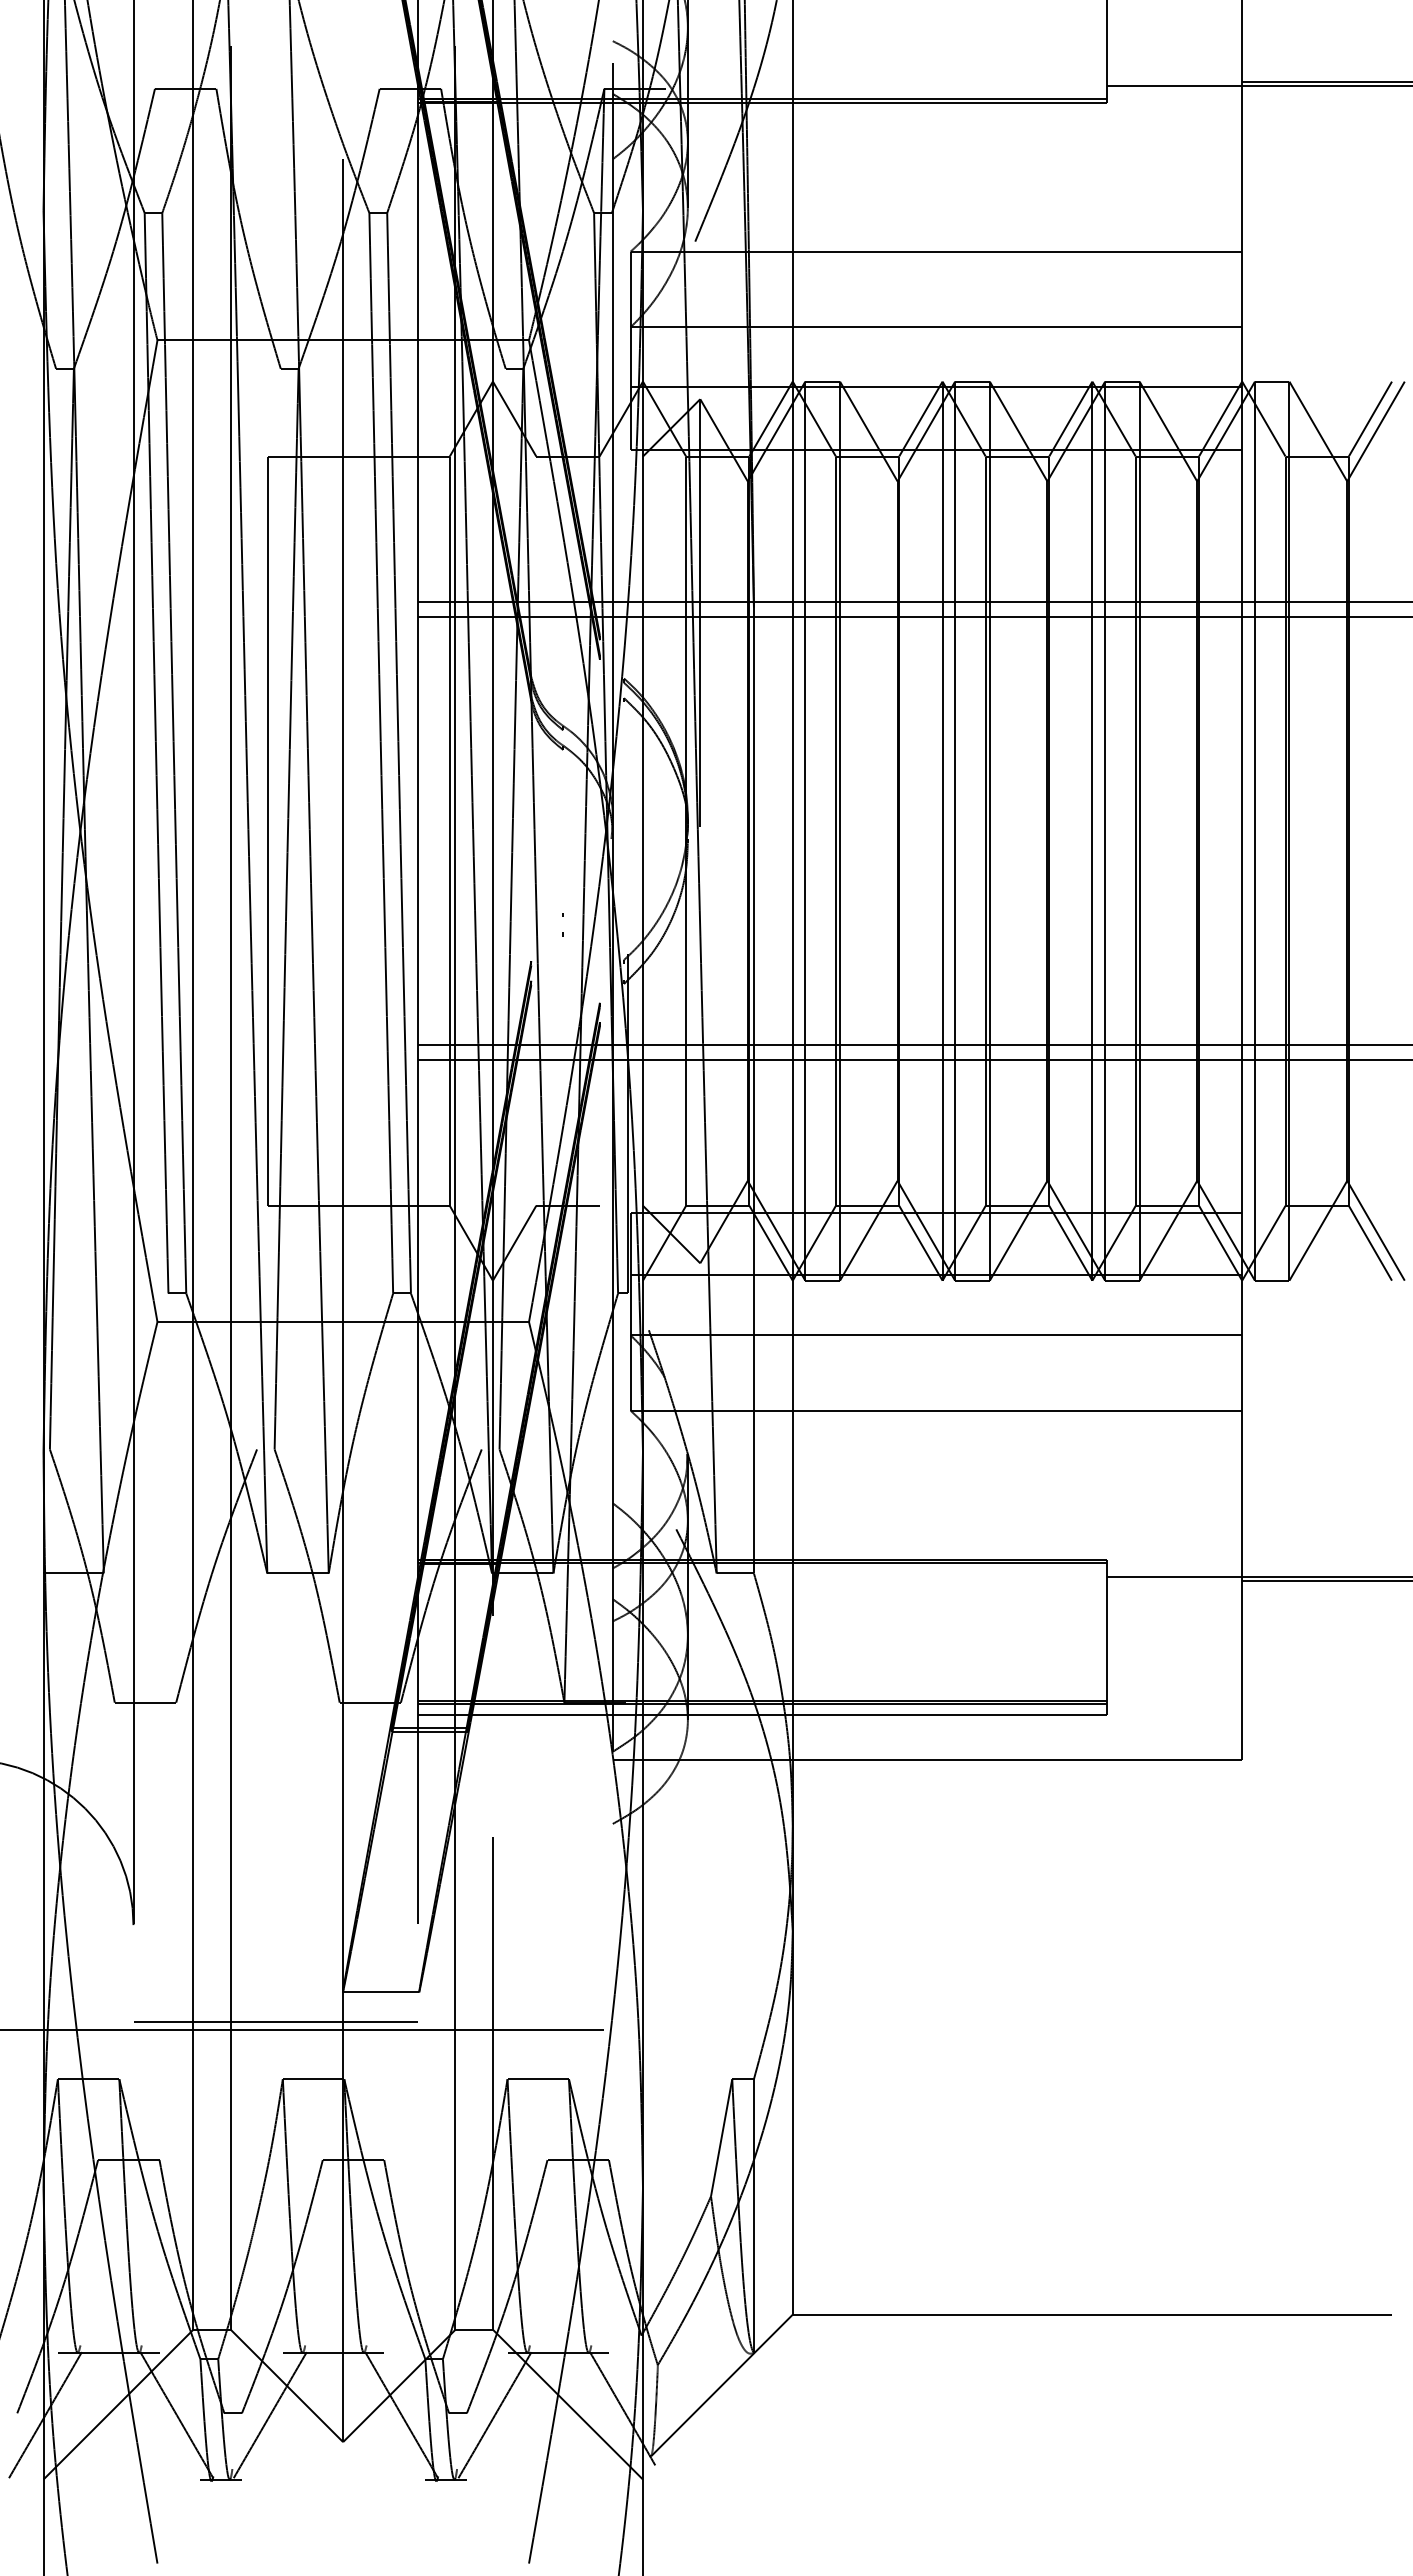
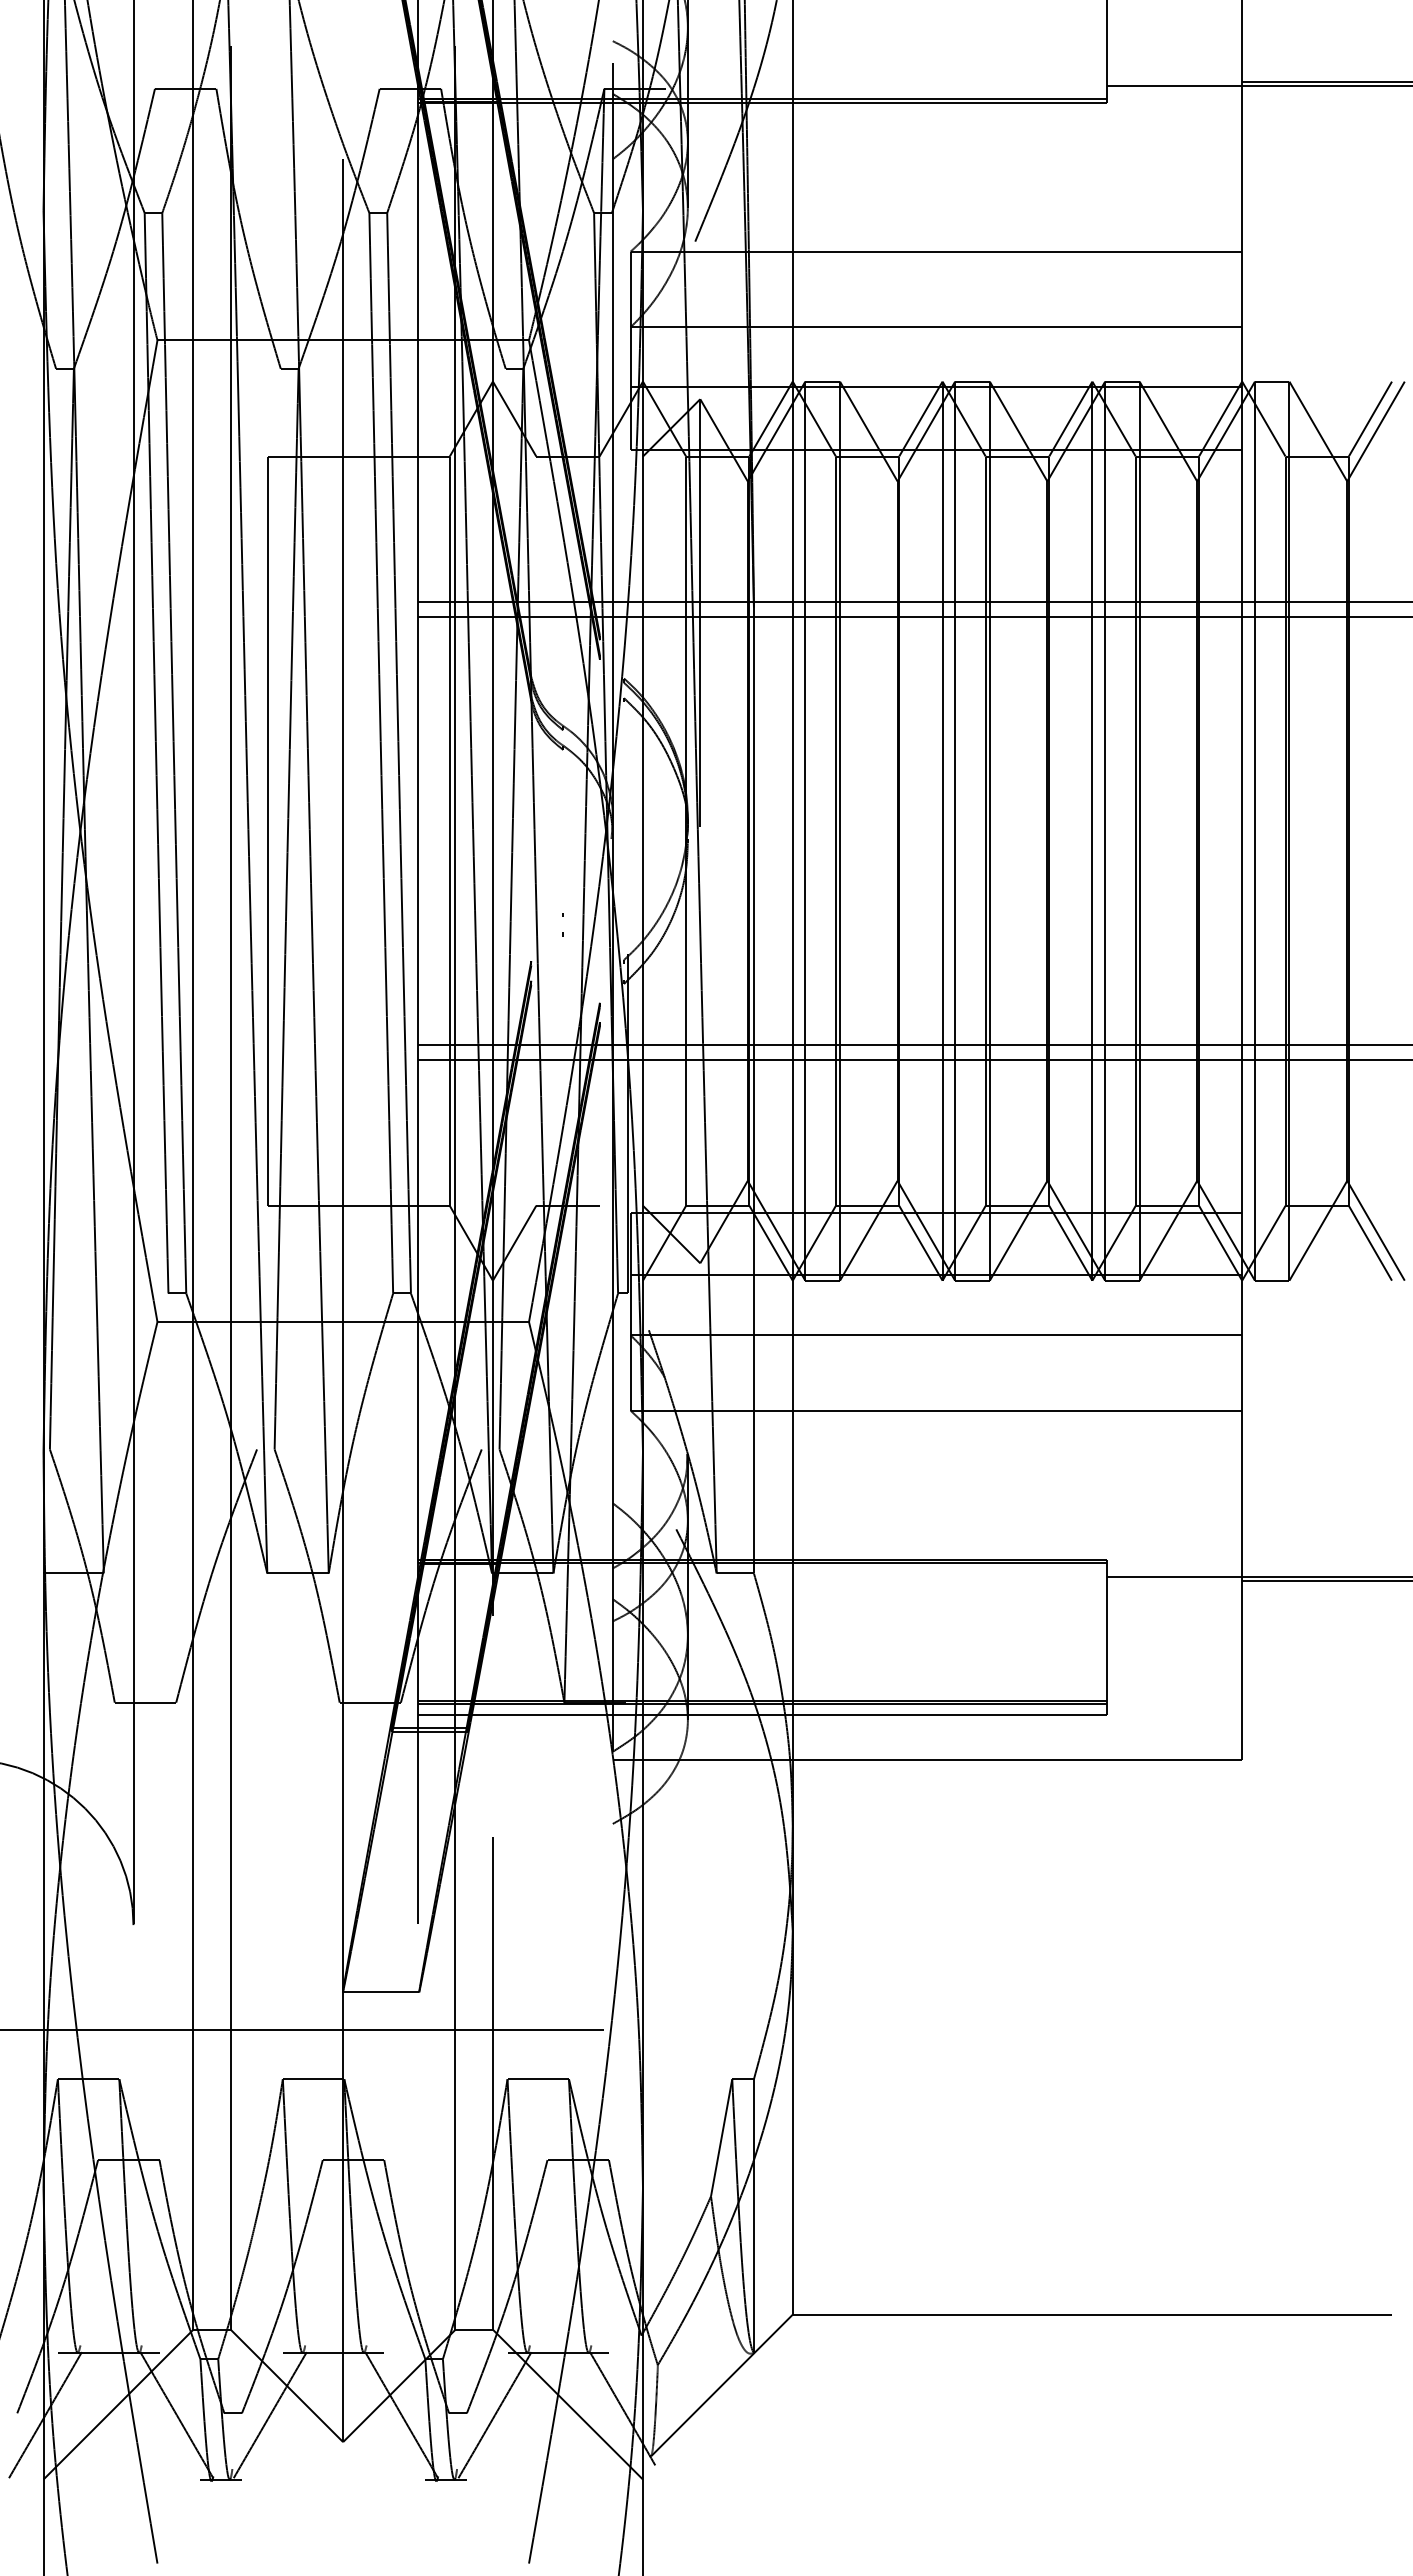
line at (275, 2022): present -> none
